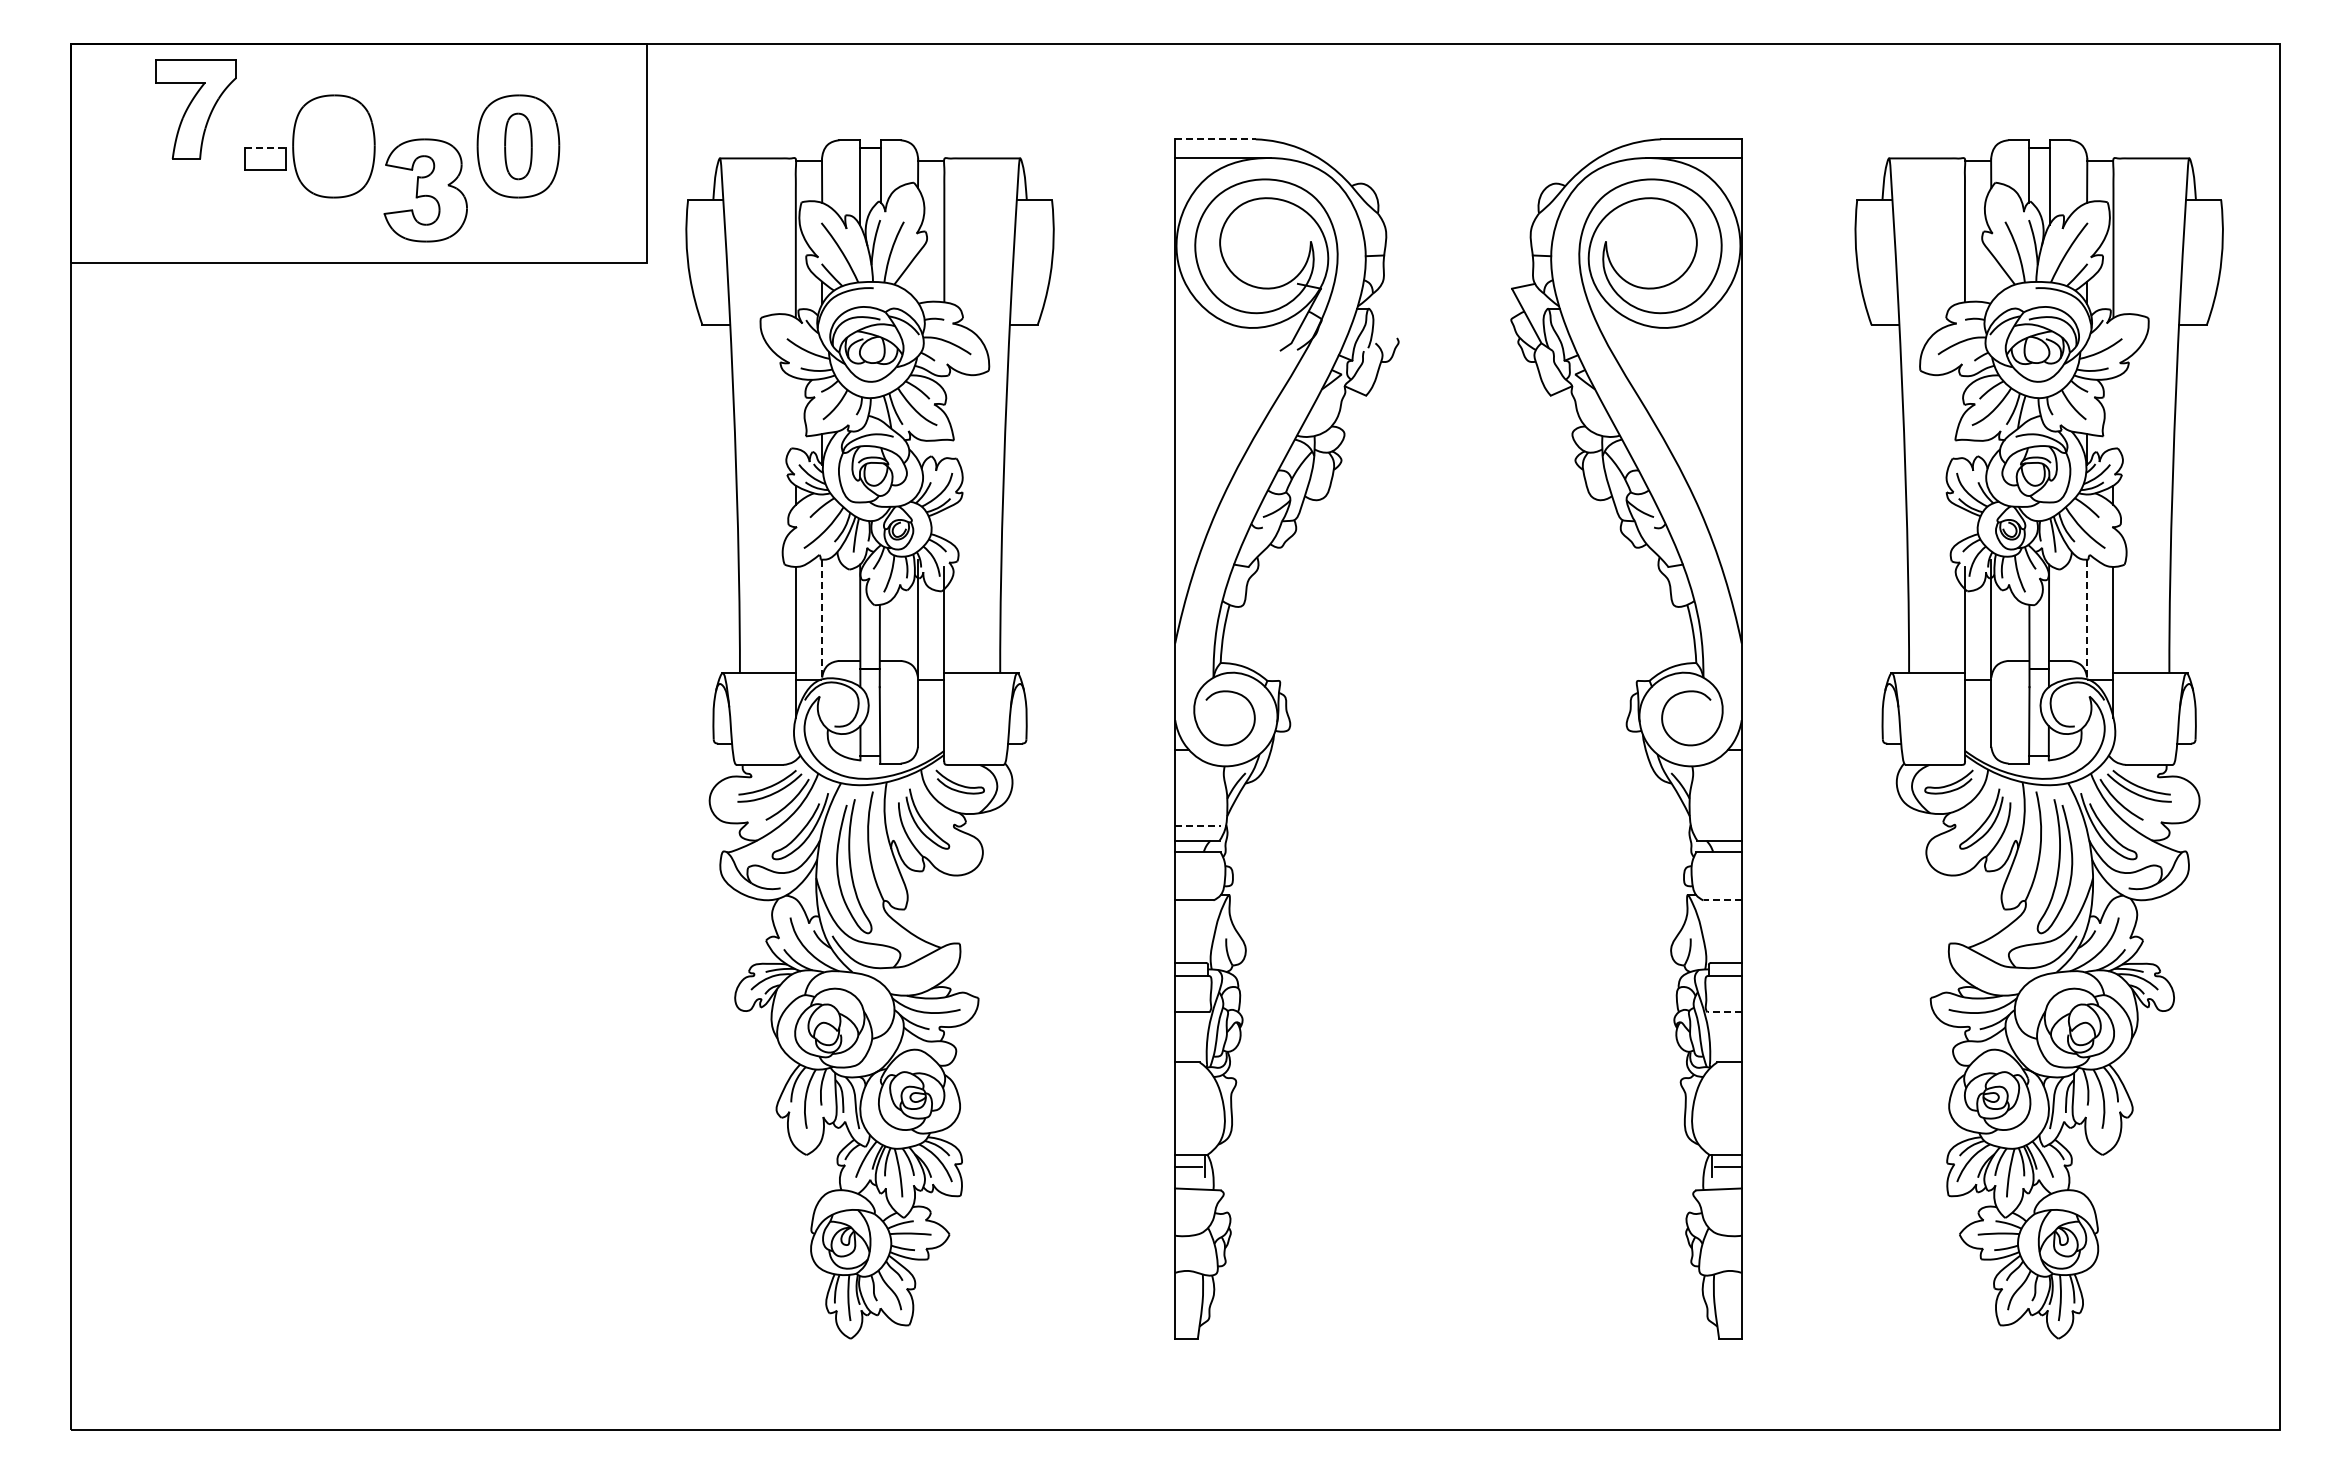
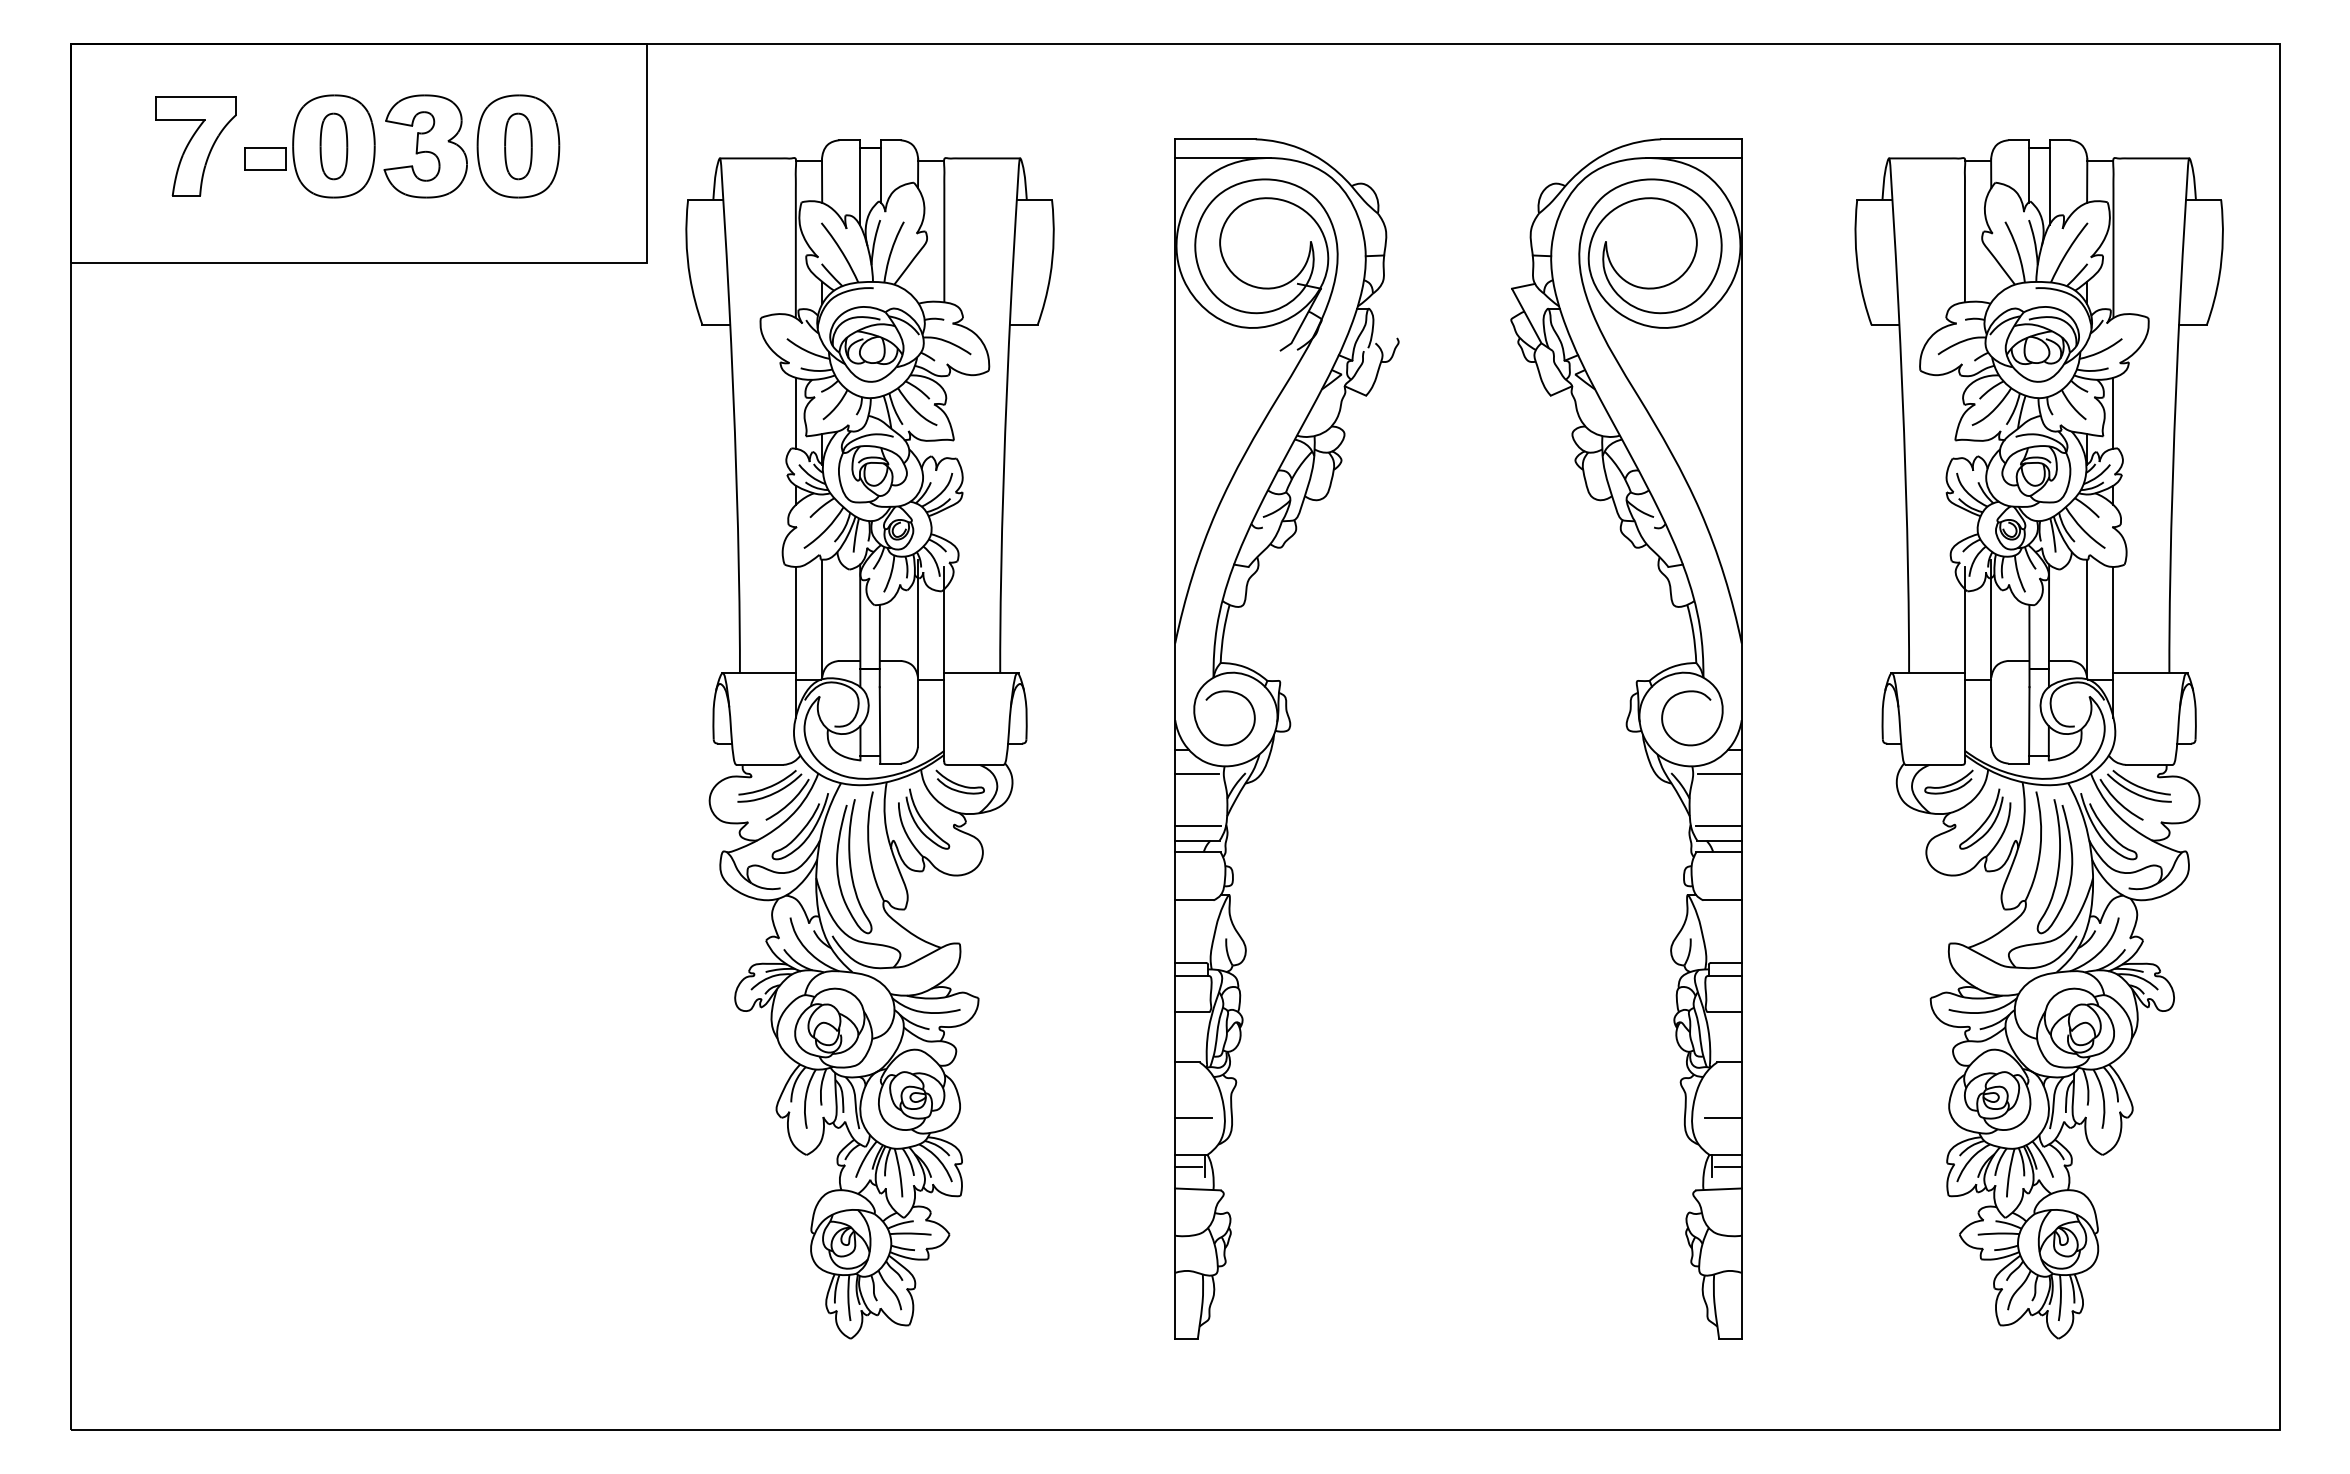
part at (195, 109) position: (195, 109) -> (195, 146)
line at (1215, 139): dashed -> solid
part at (333, 146): none -> present
line at (265, 148): dashed -> solid
part at (425, 190) position: (425, 190) -> (425, 146)
line at (795, 412): none -> present
line at (2113, 412): none -> present
line at (822, 619): dashed -> solid
line at (2087, 619): dashed -> solid
line at (1197, 773): none -> present
line at (1719, 773): none -> present
line at (1198, 825): dashed -> solid
line at (1718, 825): none -> present
line at (1722, 900): dashed -> solid
line at (1724, 1012): dashed -> solid
line at (1193, 1118): none -> present
line at (1722, 1118): none -> present
